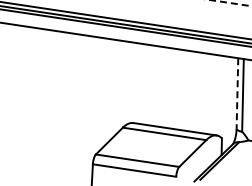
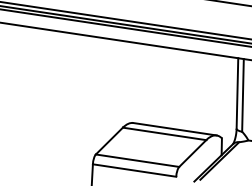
line at (230, 3): dashed -> solid
line at (237, 93): dashed -> solid
